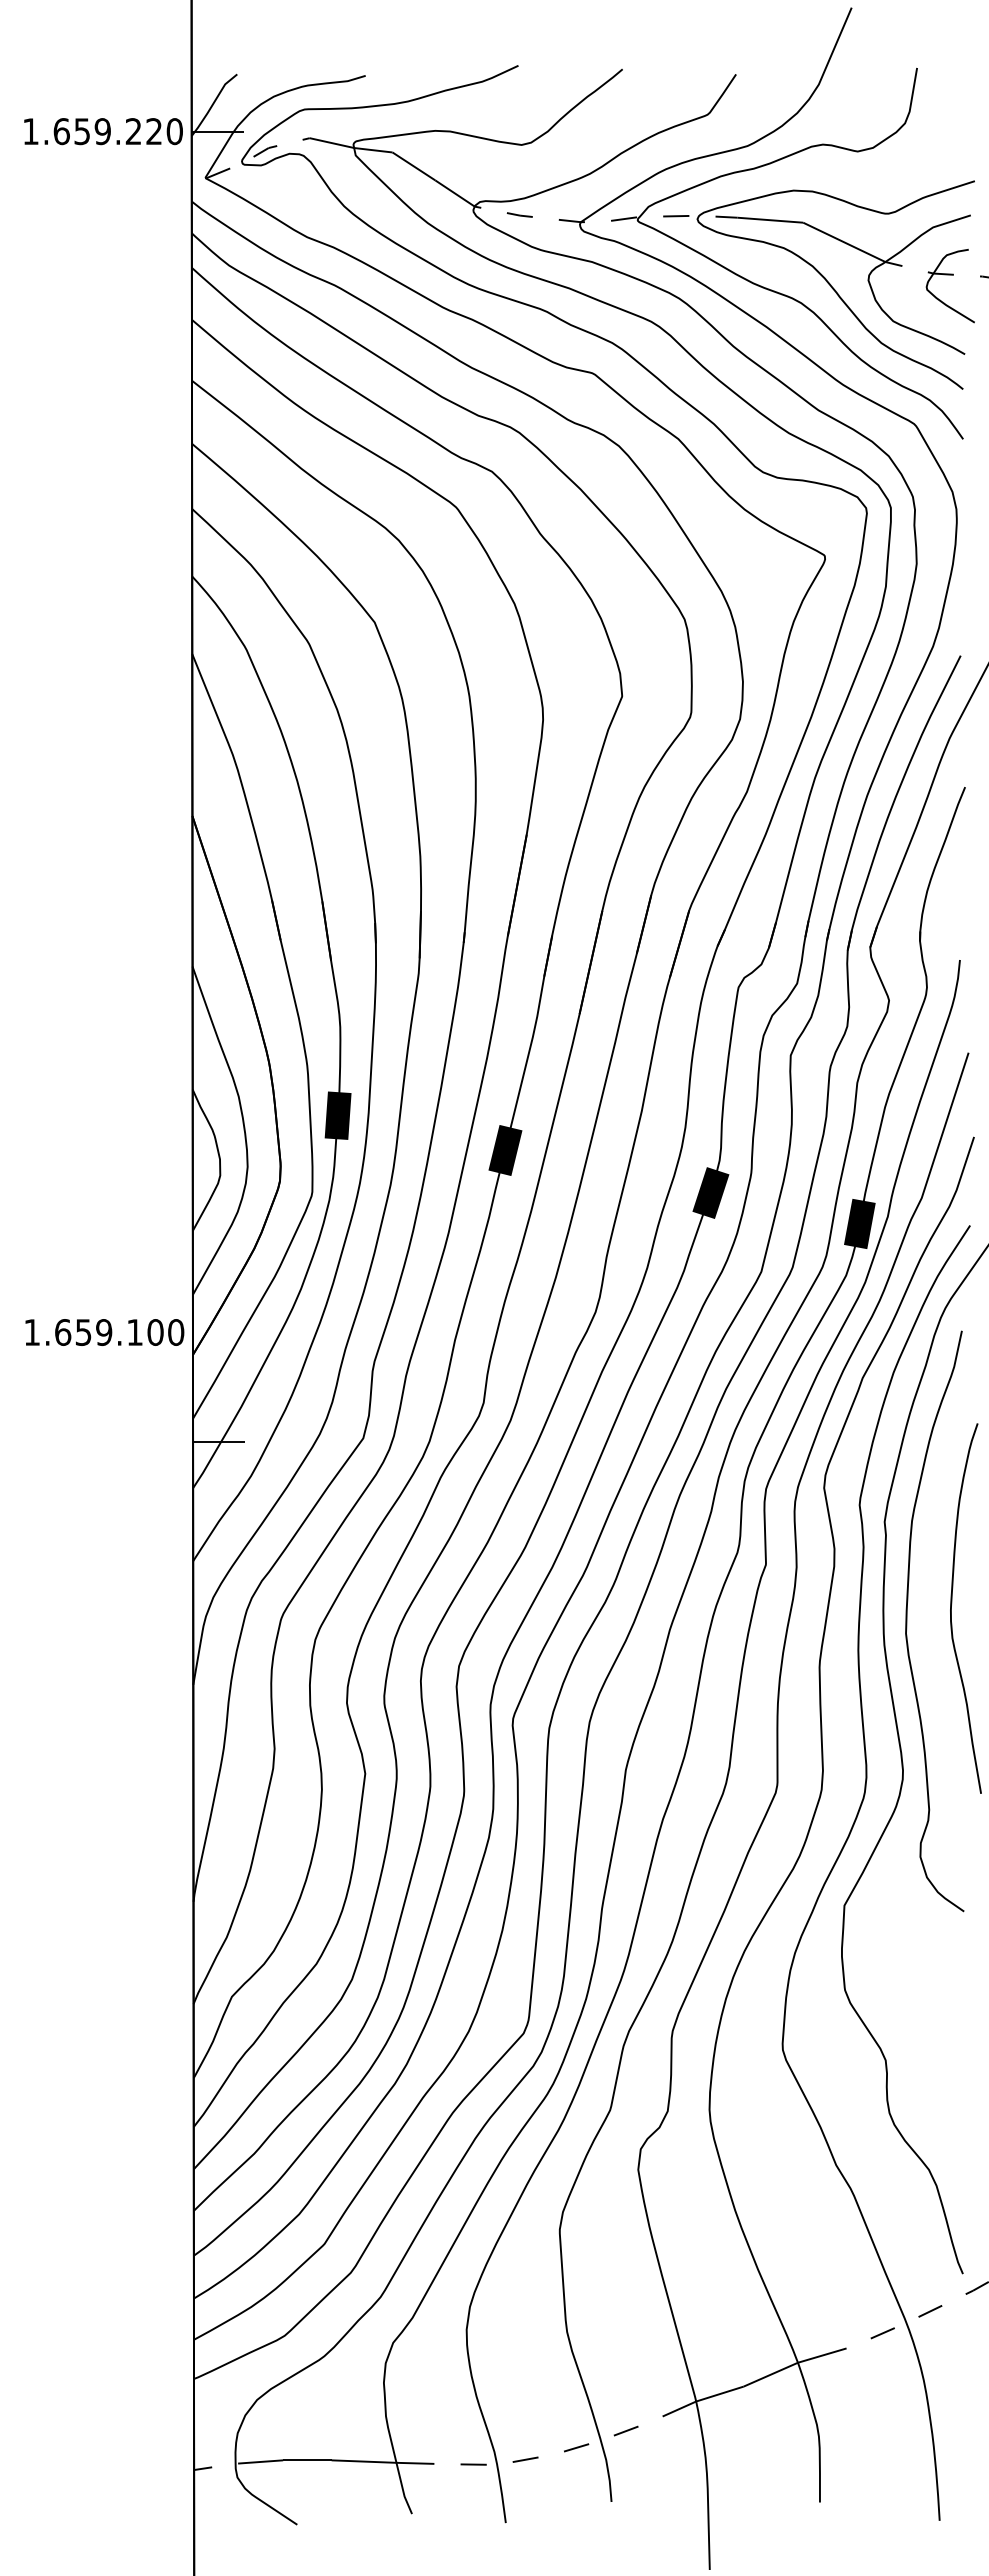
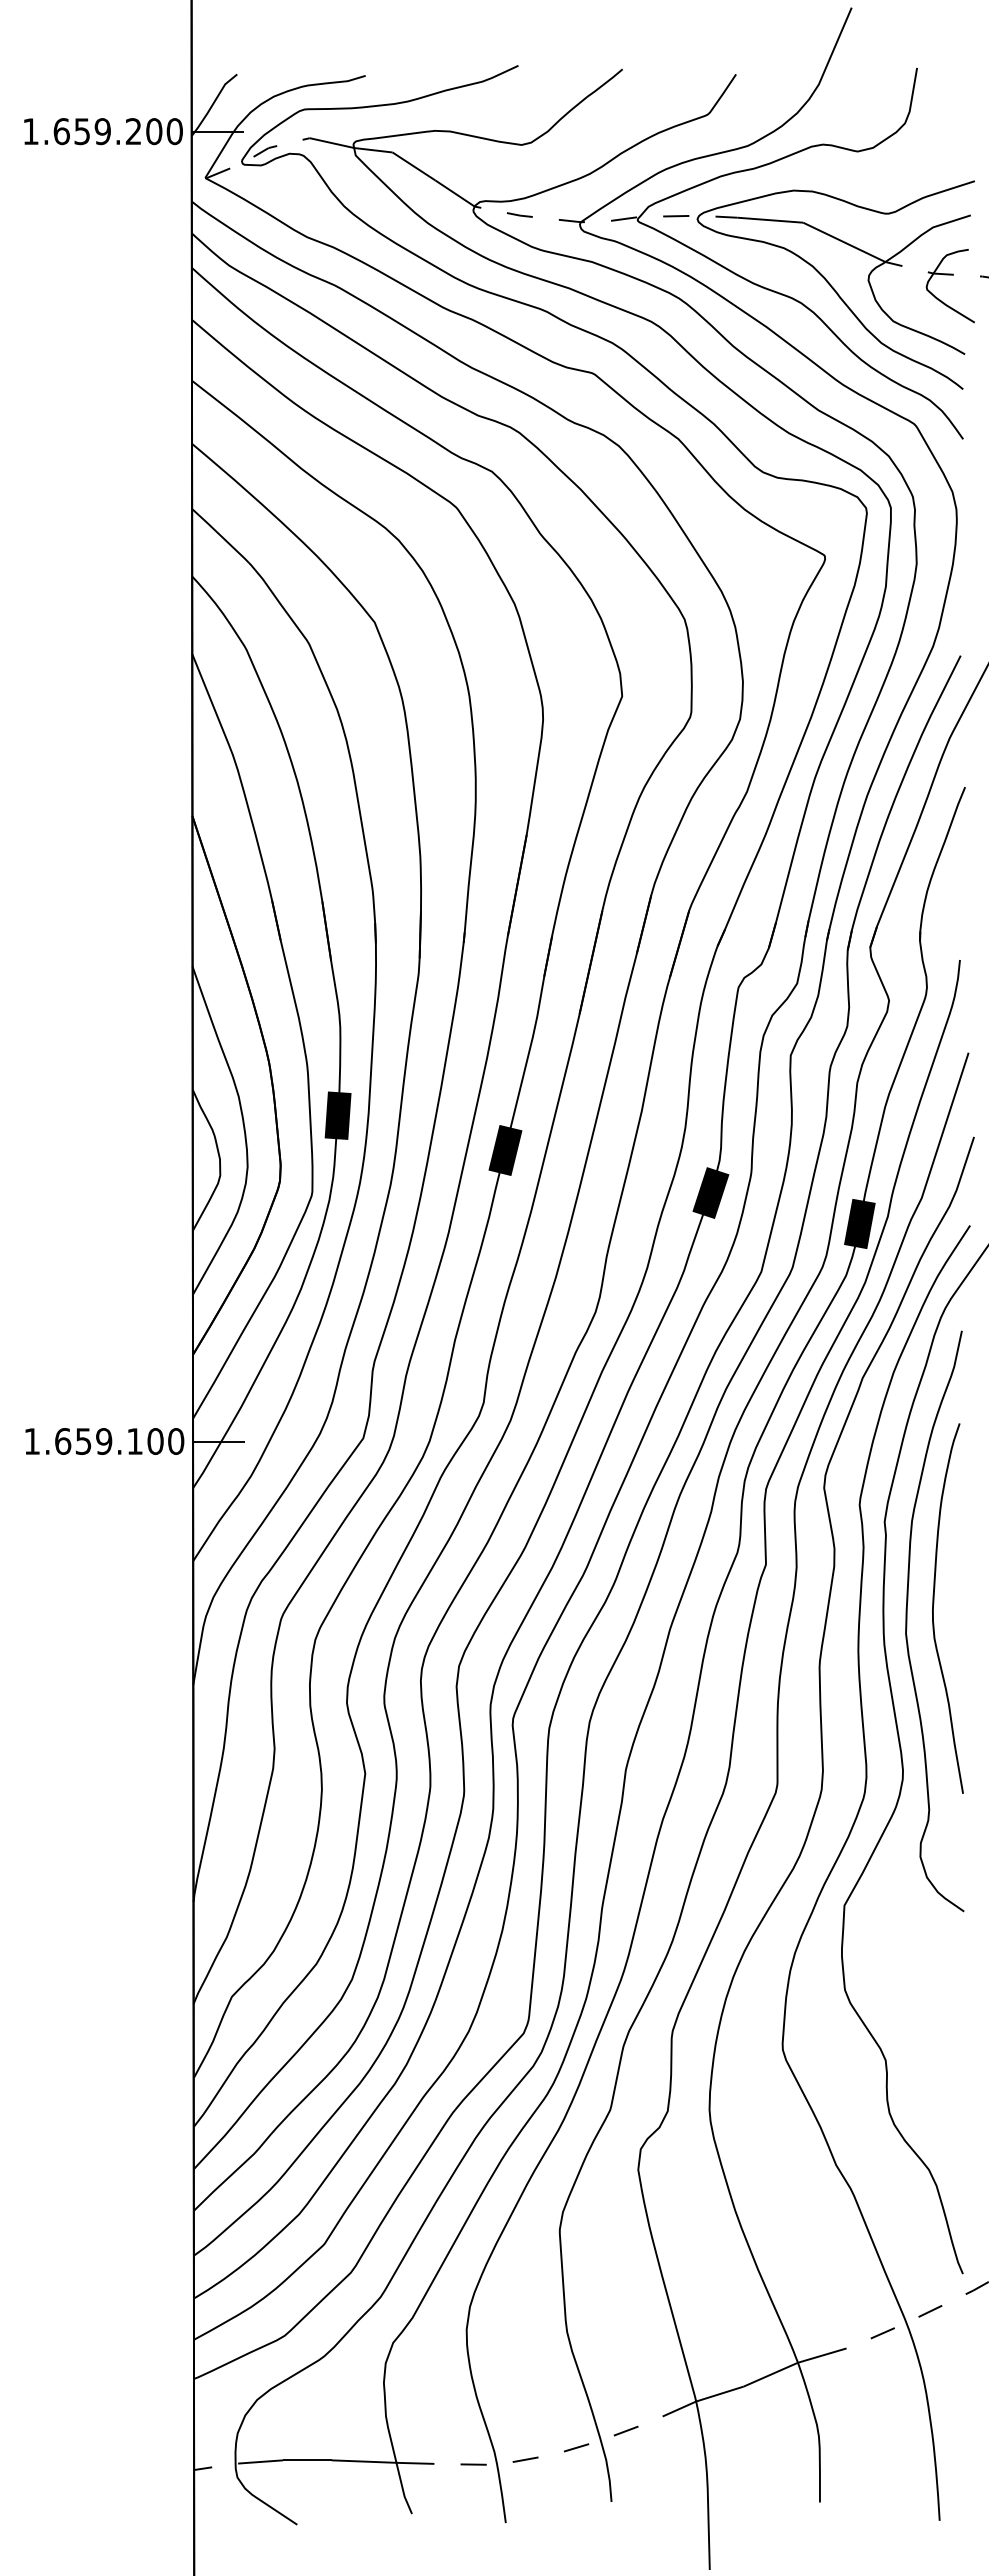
text at (154, 131): 1.659.220 -> 1.659.200
text at (104, 1332) position: (104, 1332) -> (104, 1441)
curve at (952, 1603) position: (952, 1603) -> (934, 1603)
